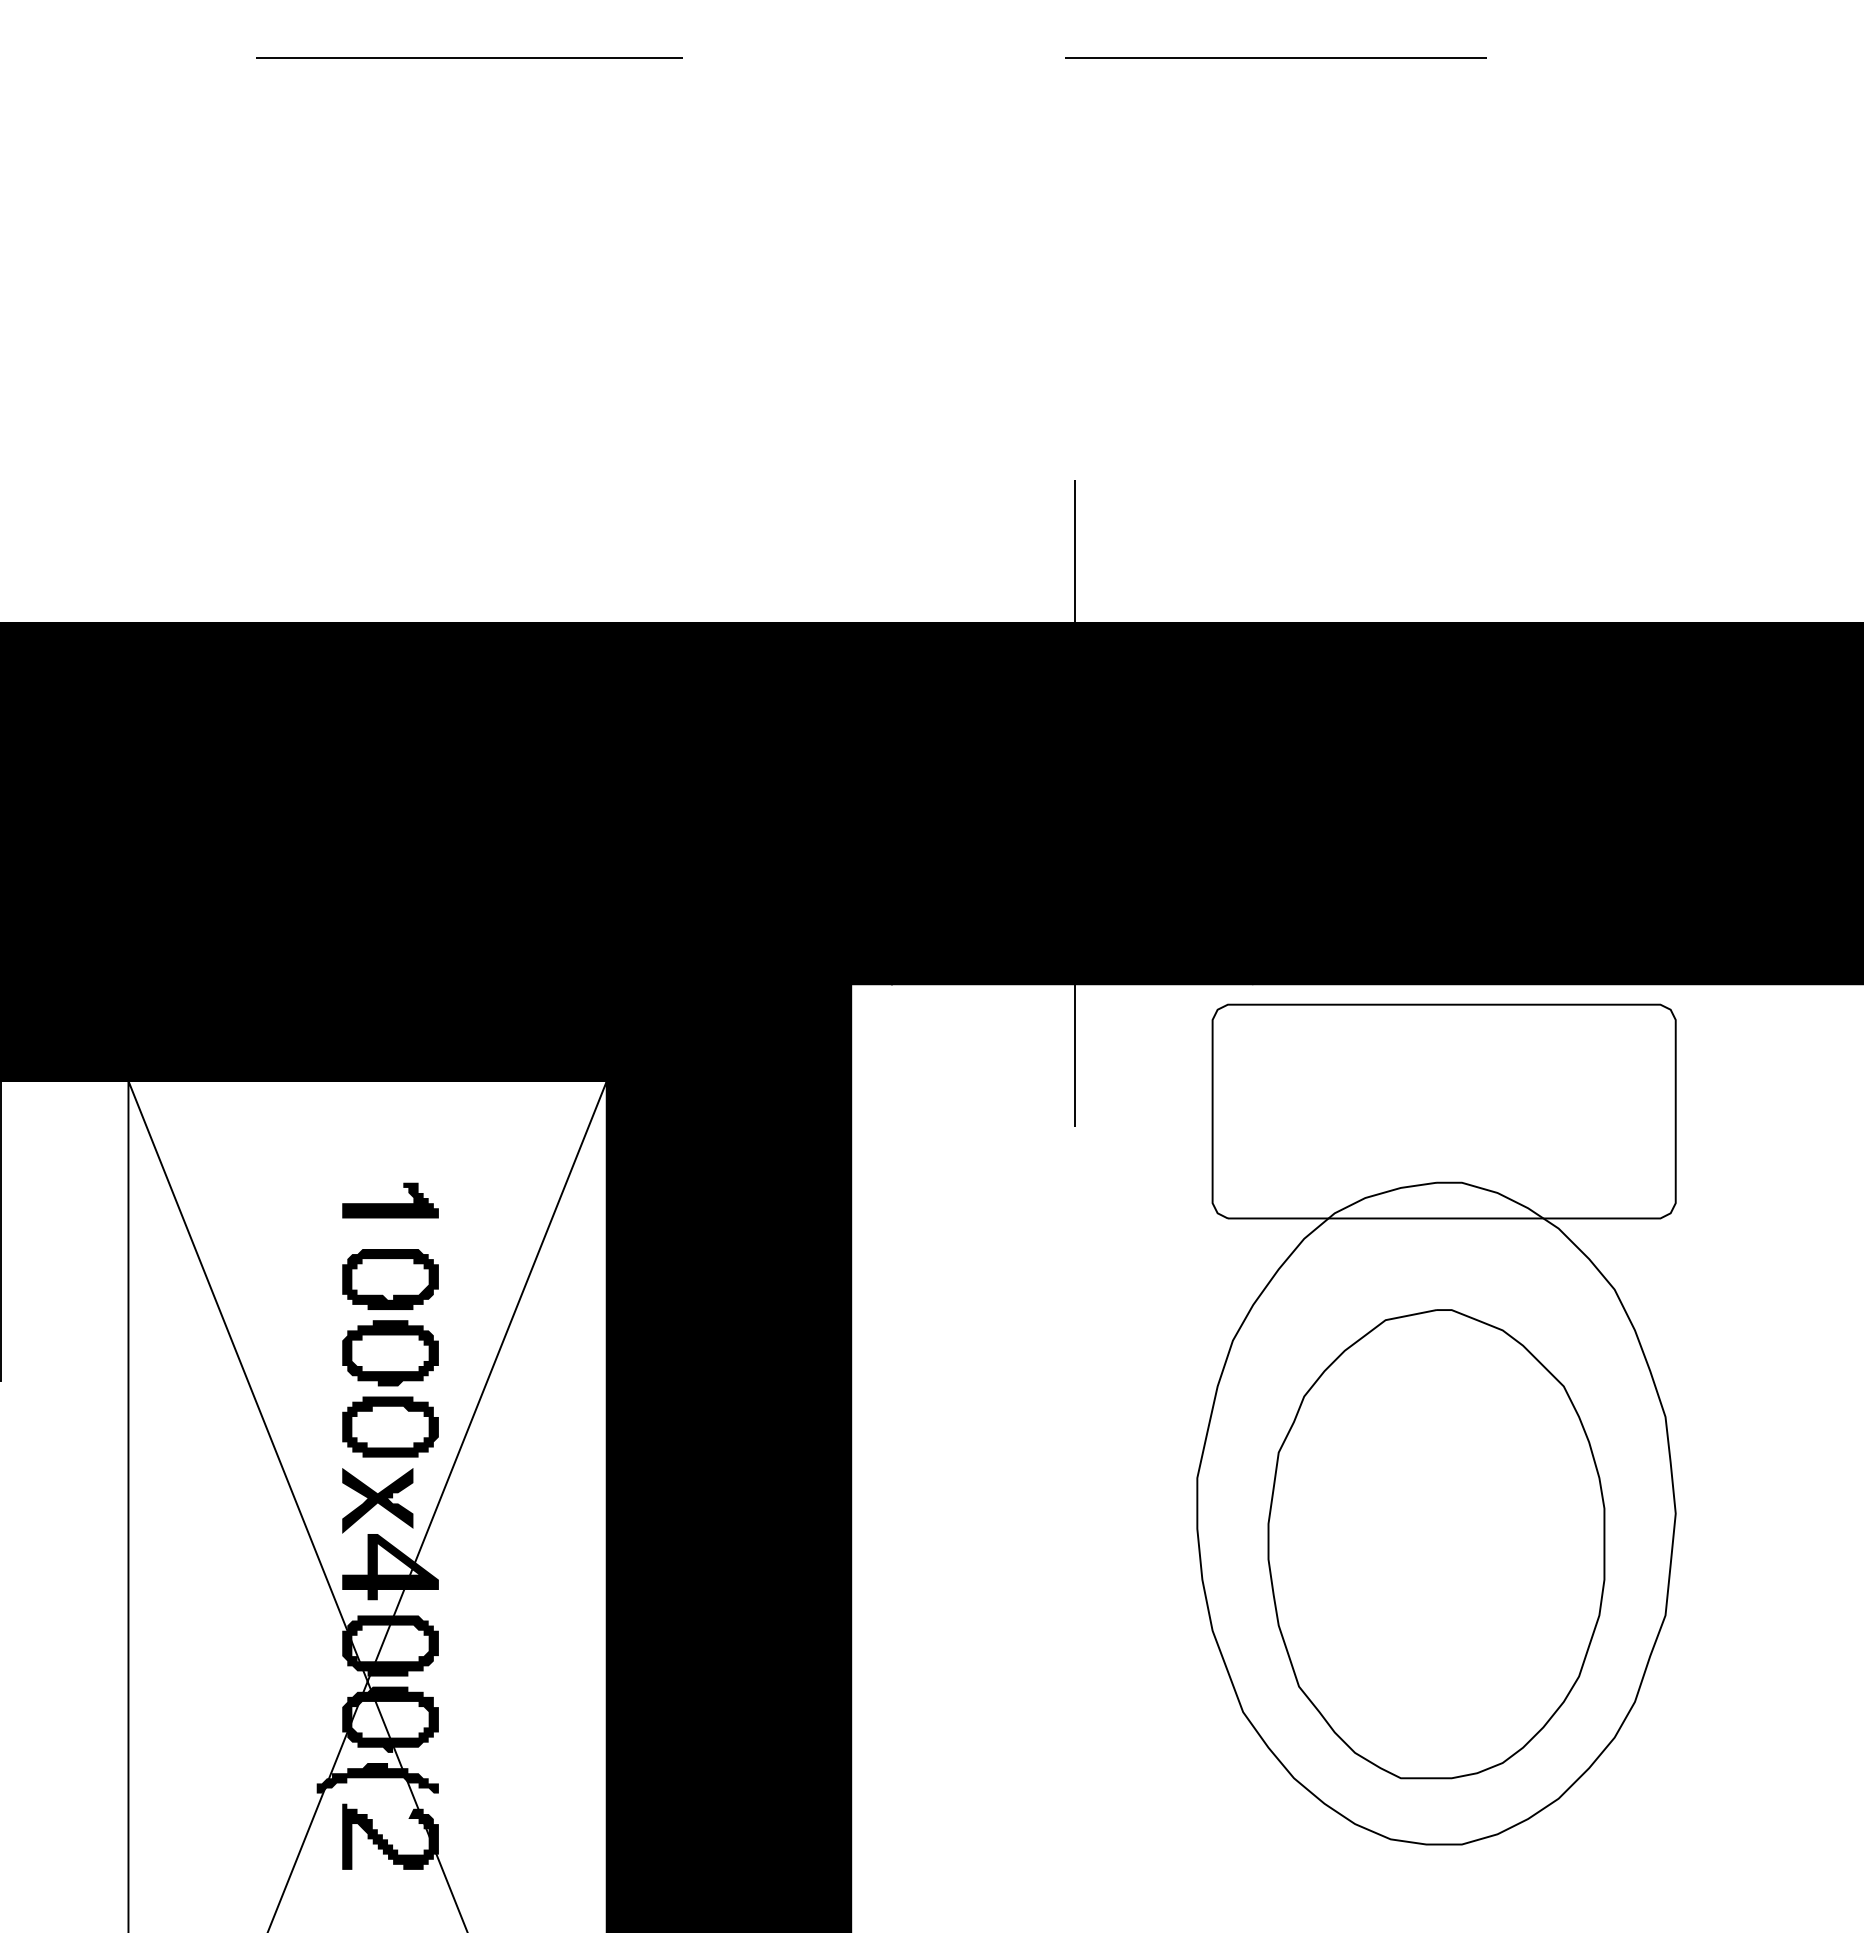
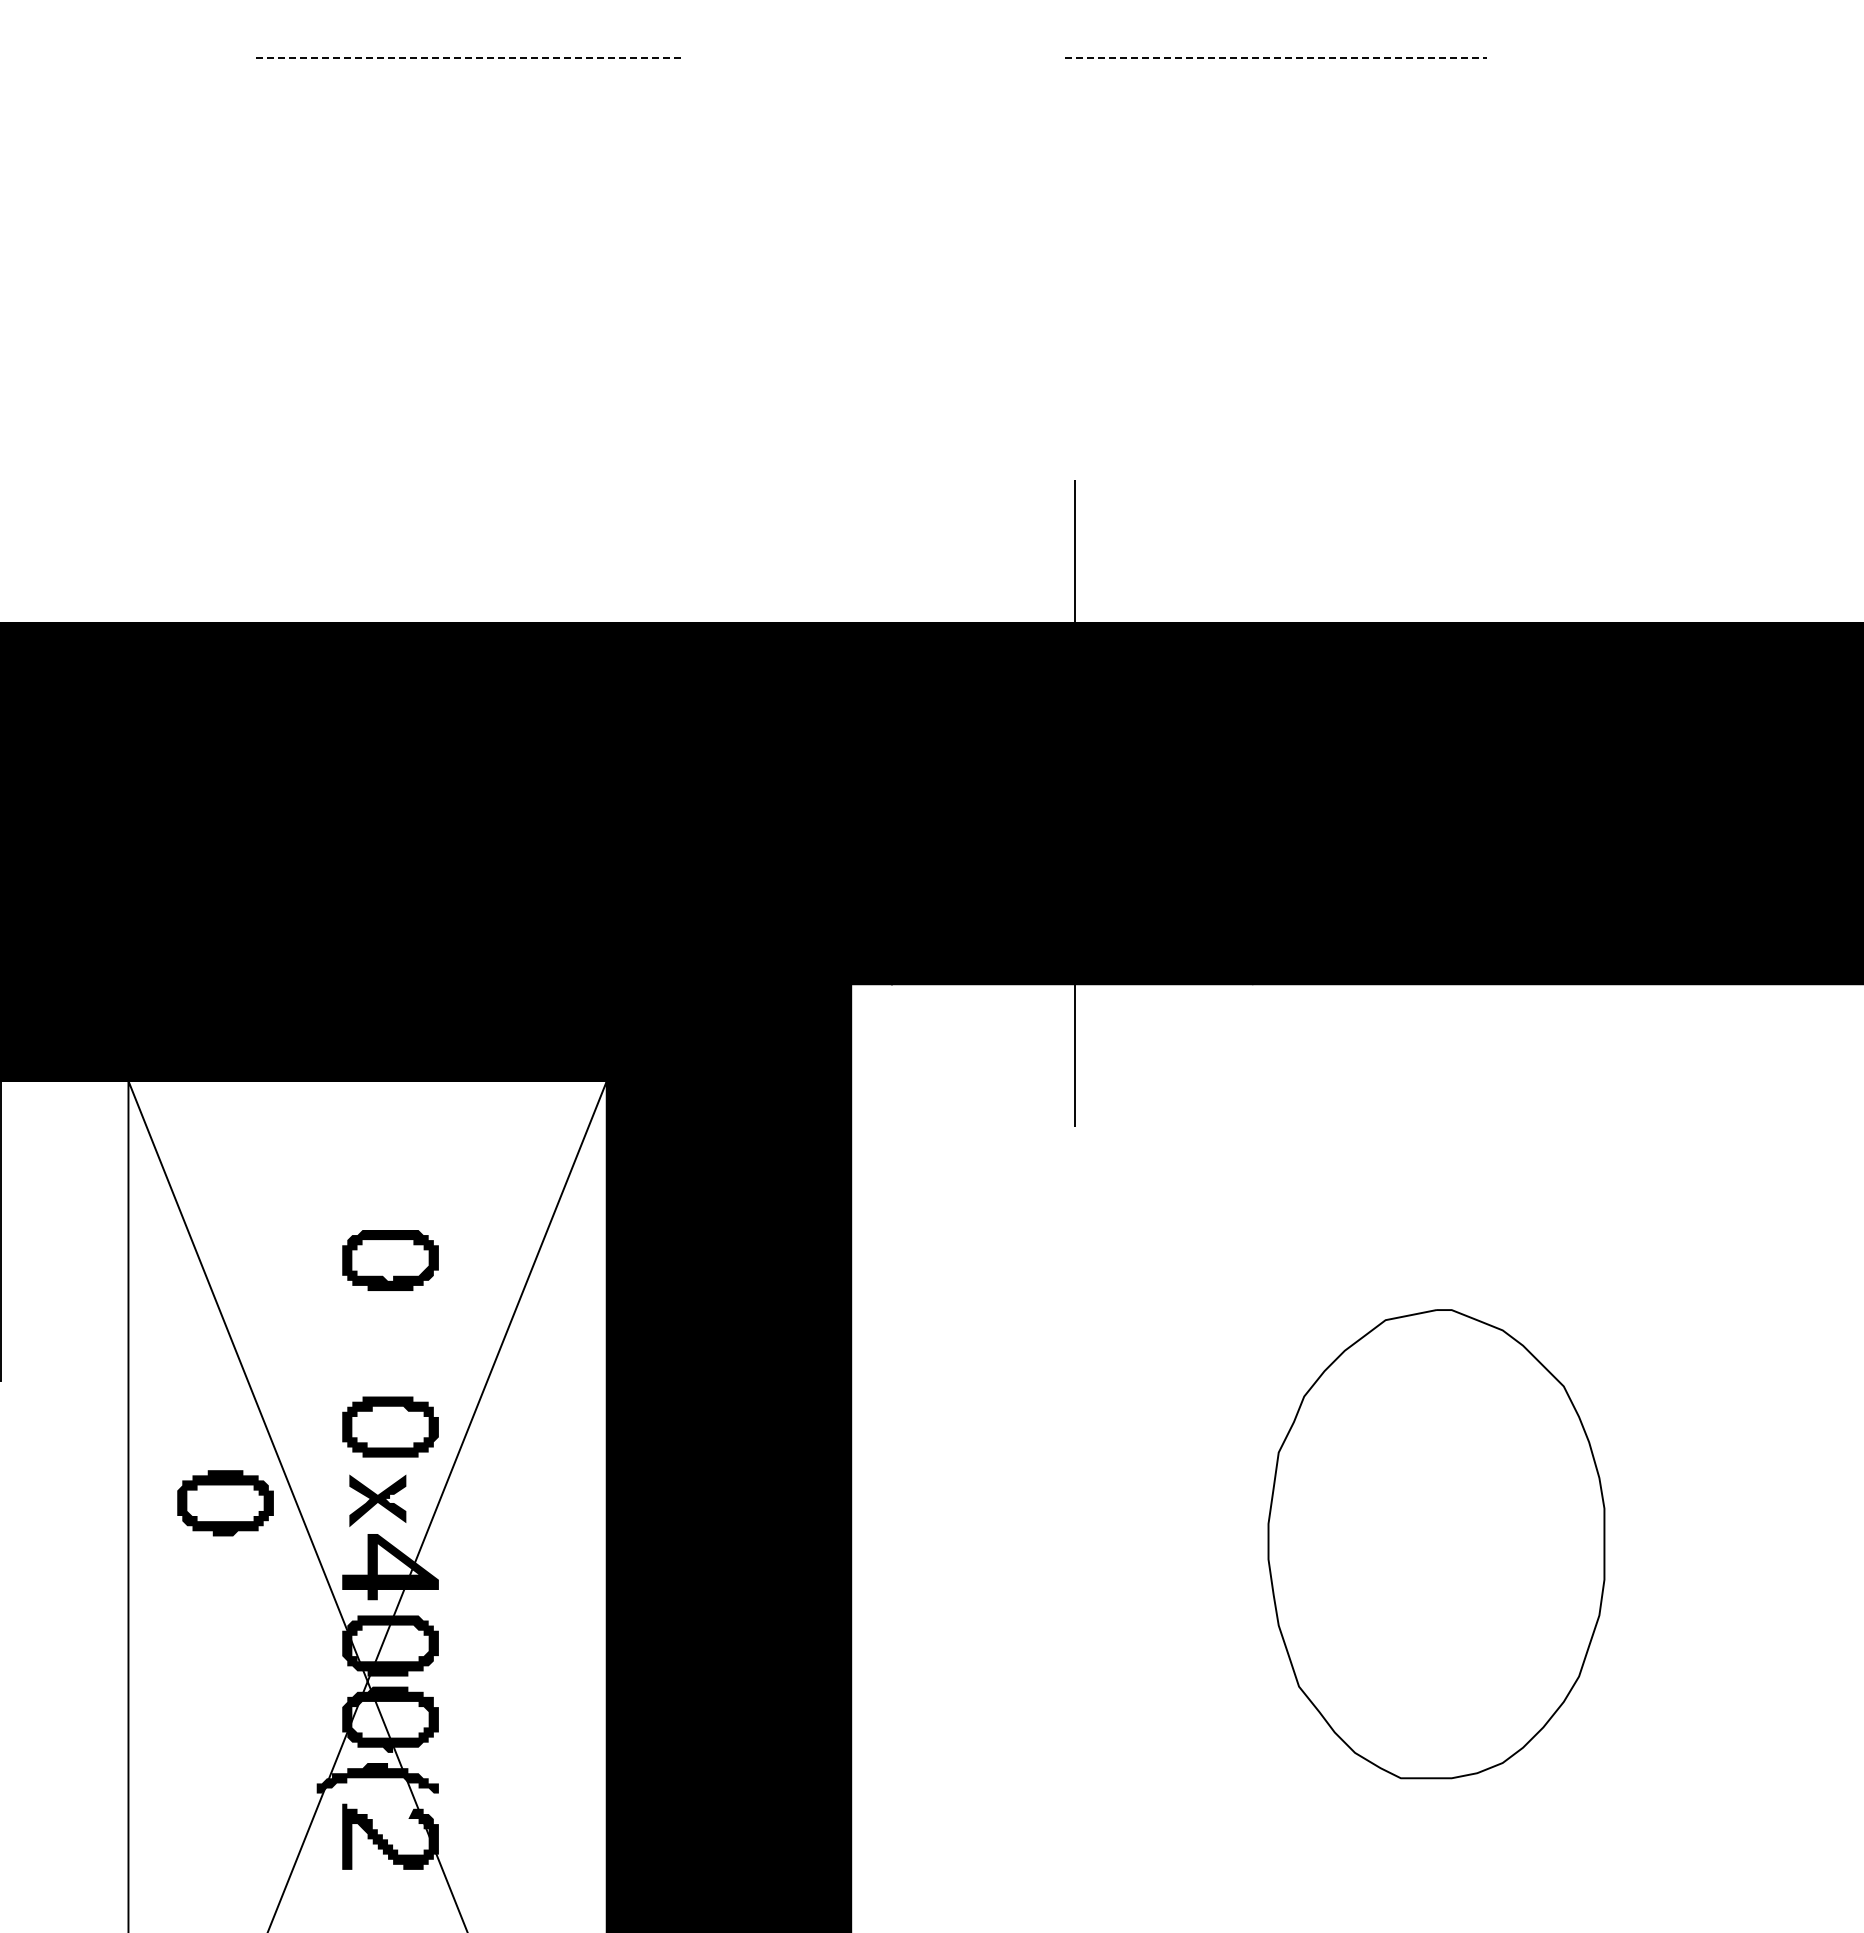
line at (469, 57): solid -> dashed
line at (1276, 57): solid -> dashed
fill at (390, 1200): present -> none
part at (390, 1279) position: (390, 1279) -> (390, 1260)
part at (390, 1353) position: (390, 1353) -> (225, 1503)
part at (1436, 1424): present -> none
part at (377, 1500) size: 72x66 px -> 58x53 px
